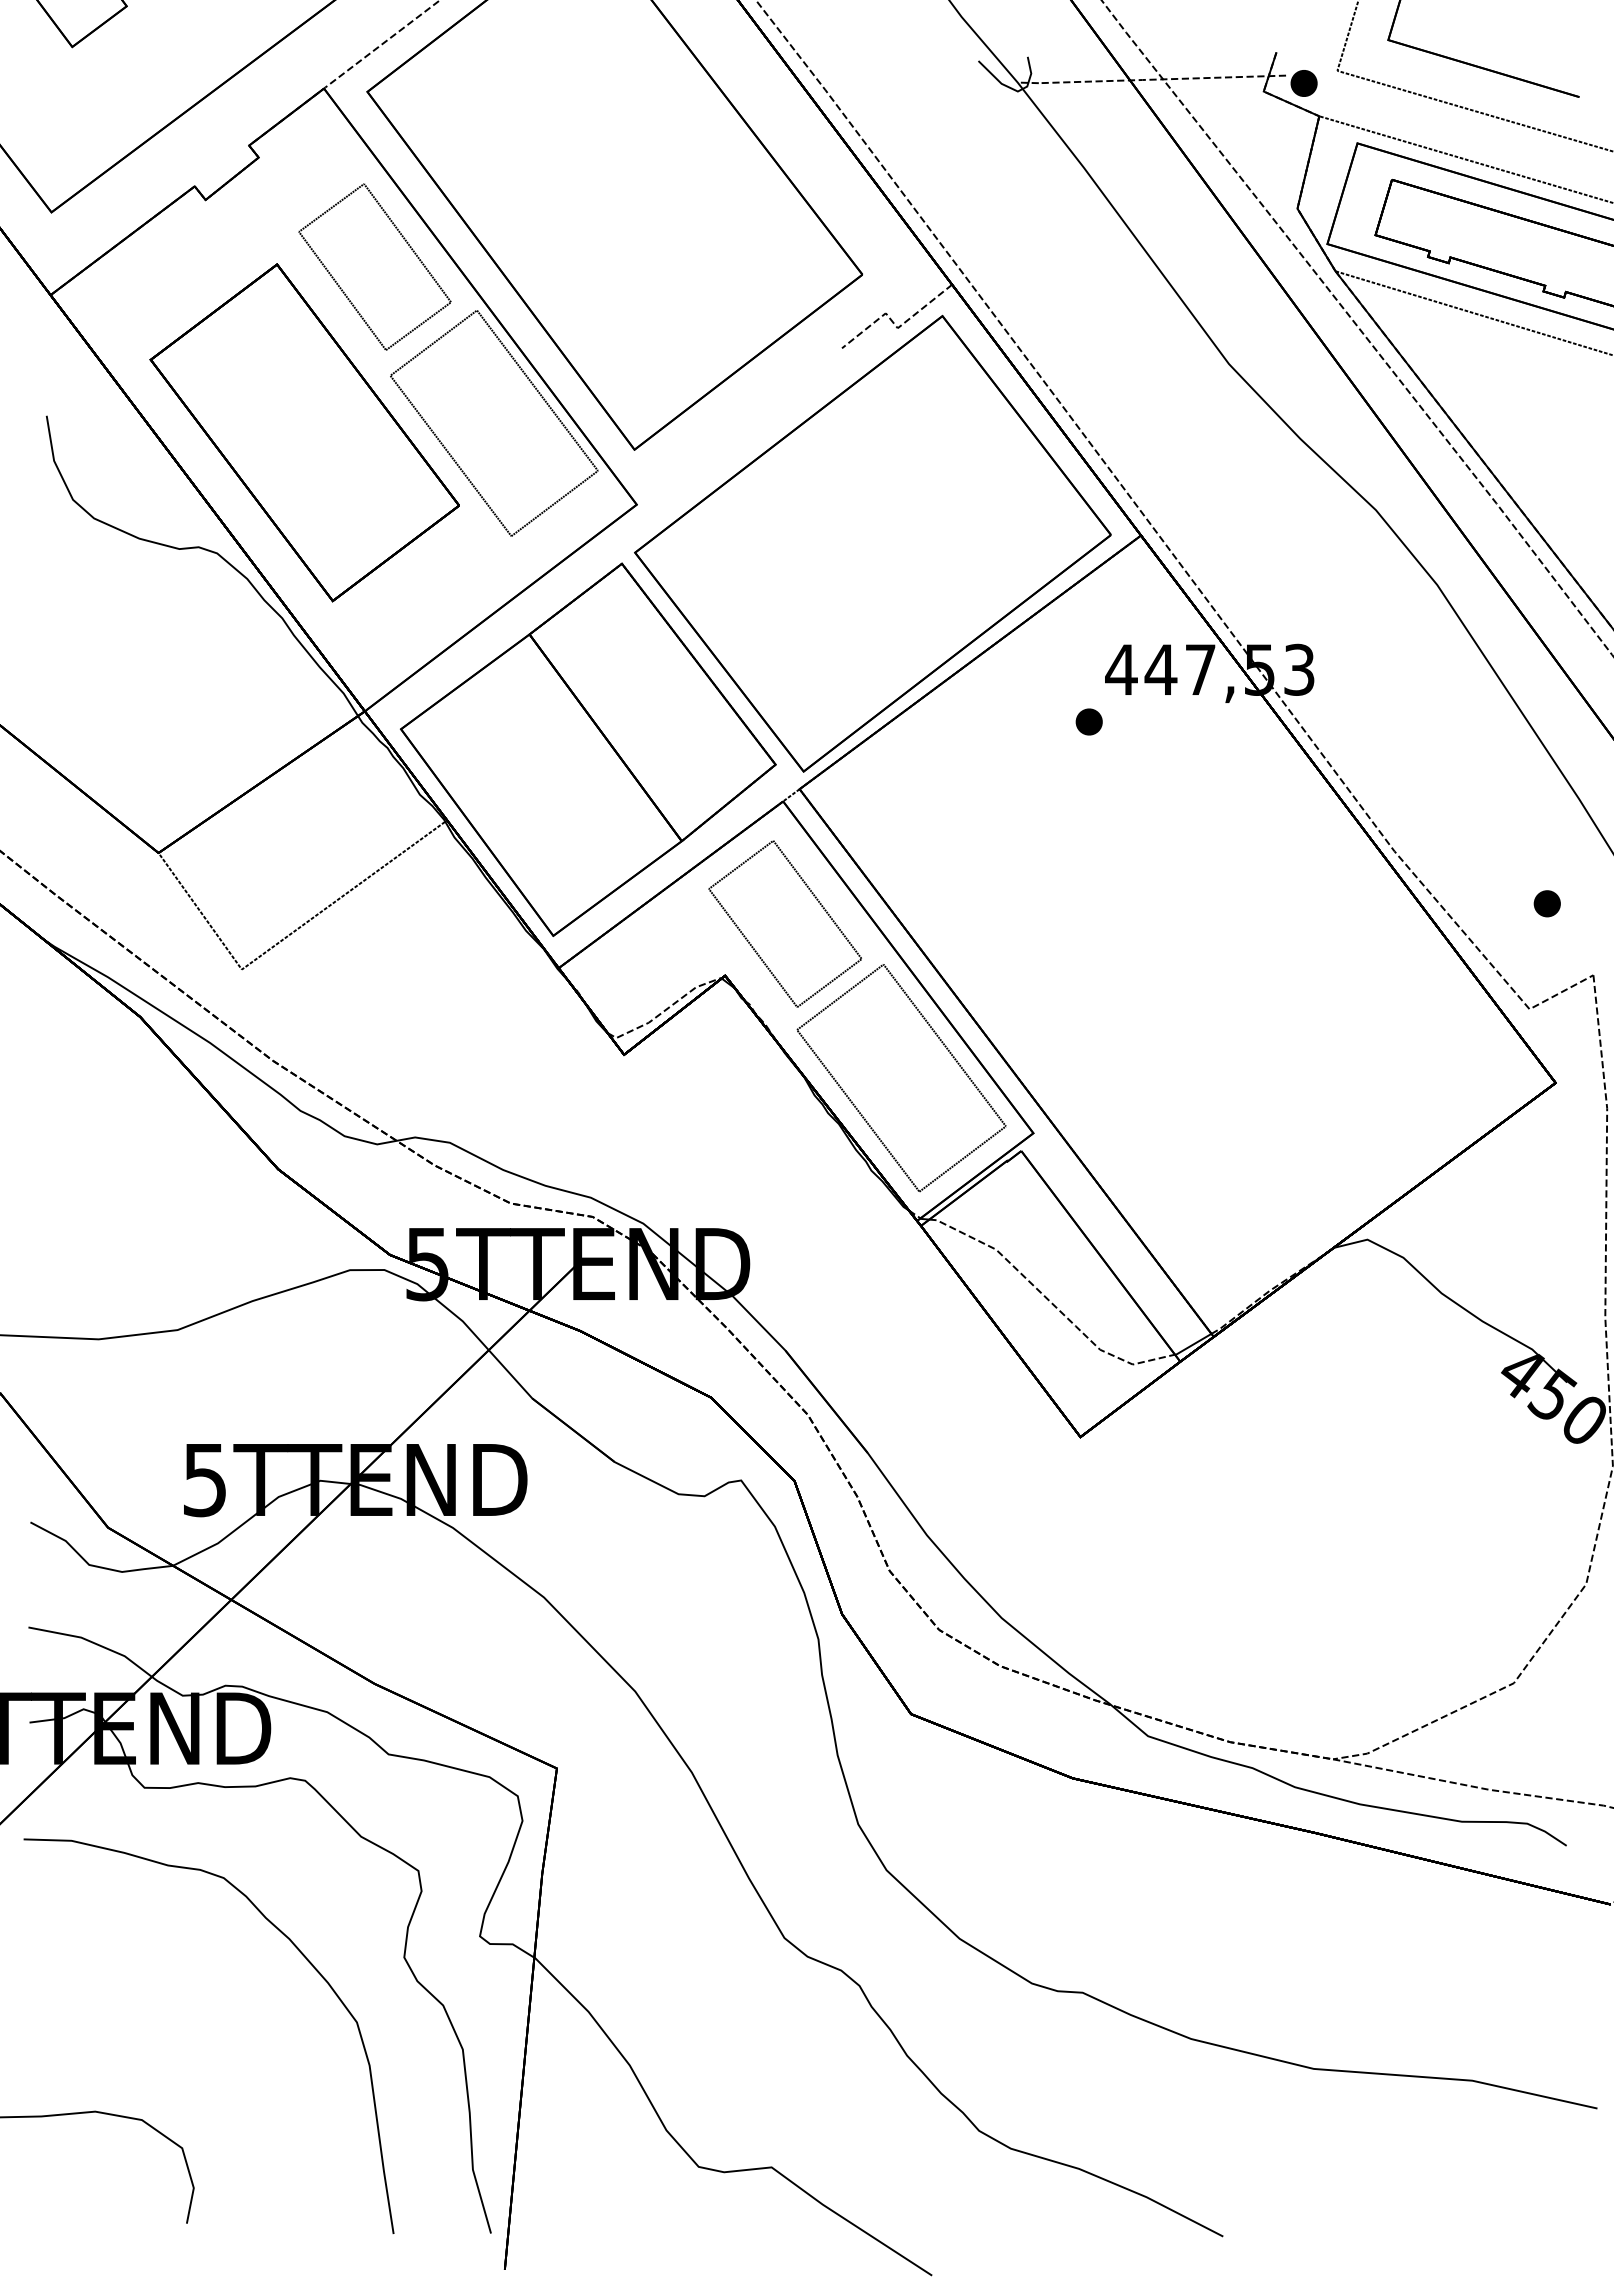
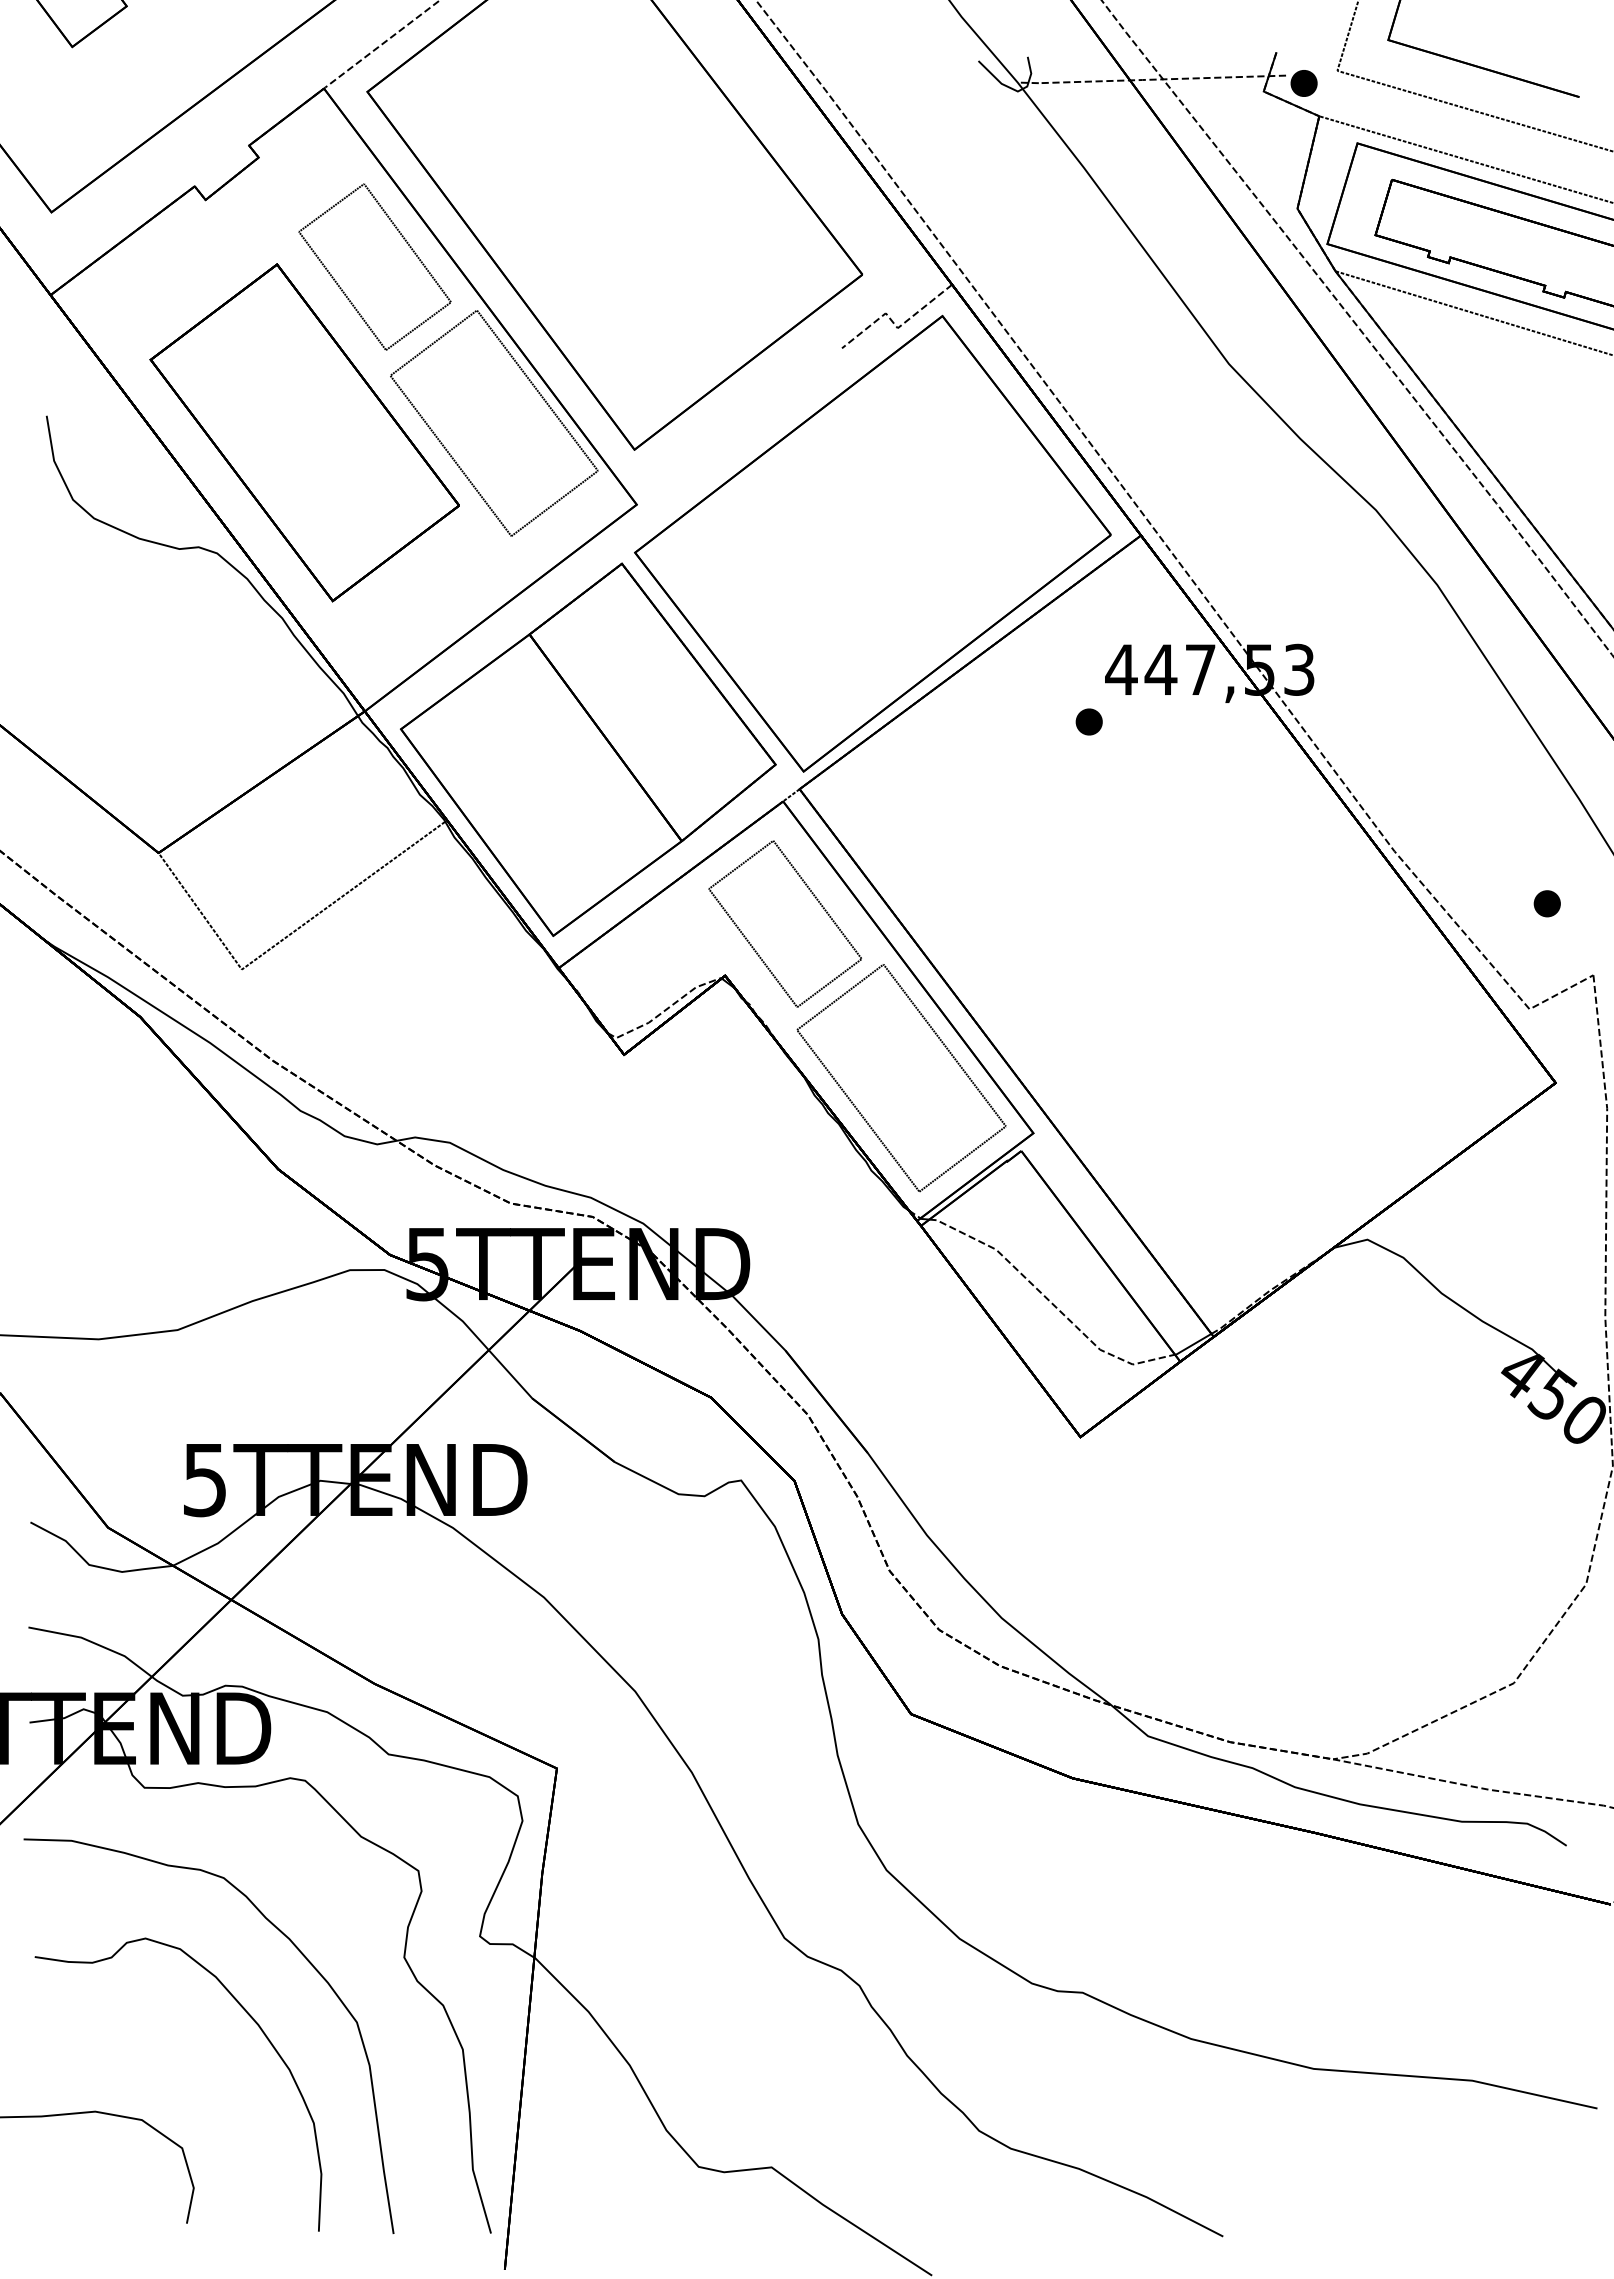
part at (254, 2022): none -> present
